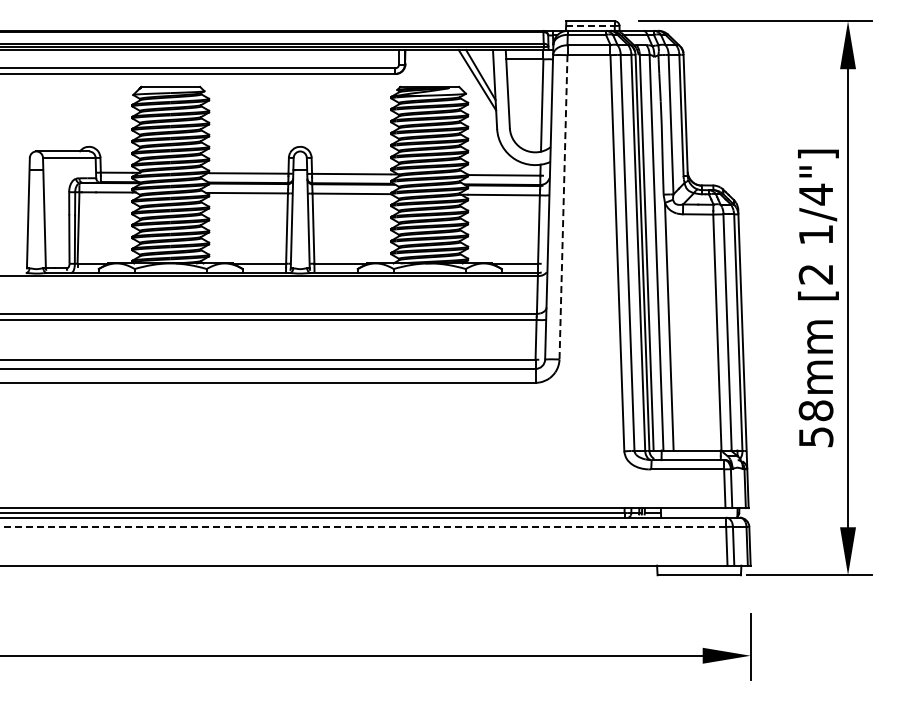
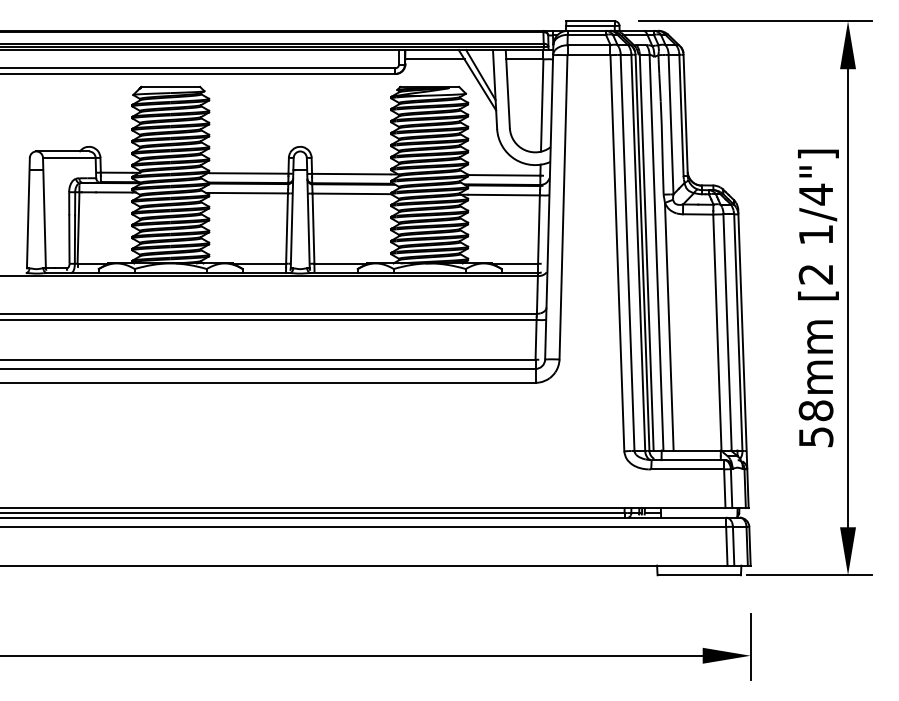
line at (590, 25): dashed -> solid
line at (434, 59): none -> present
line at (563, 207): dashed -> solid
line at (363, 526): dashed -> solid
